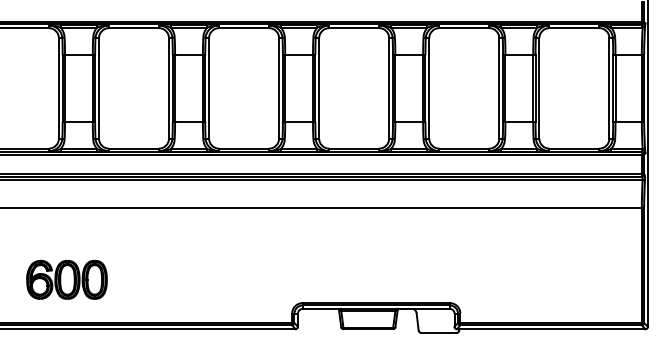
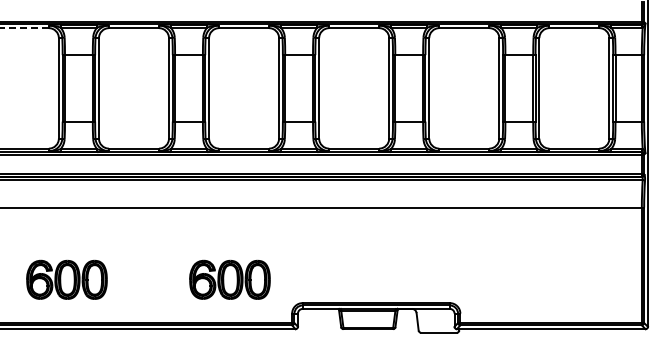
line at (24, 28): solid -> dashed
part at (229, 279): none -> present
